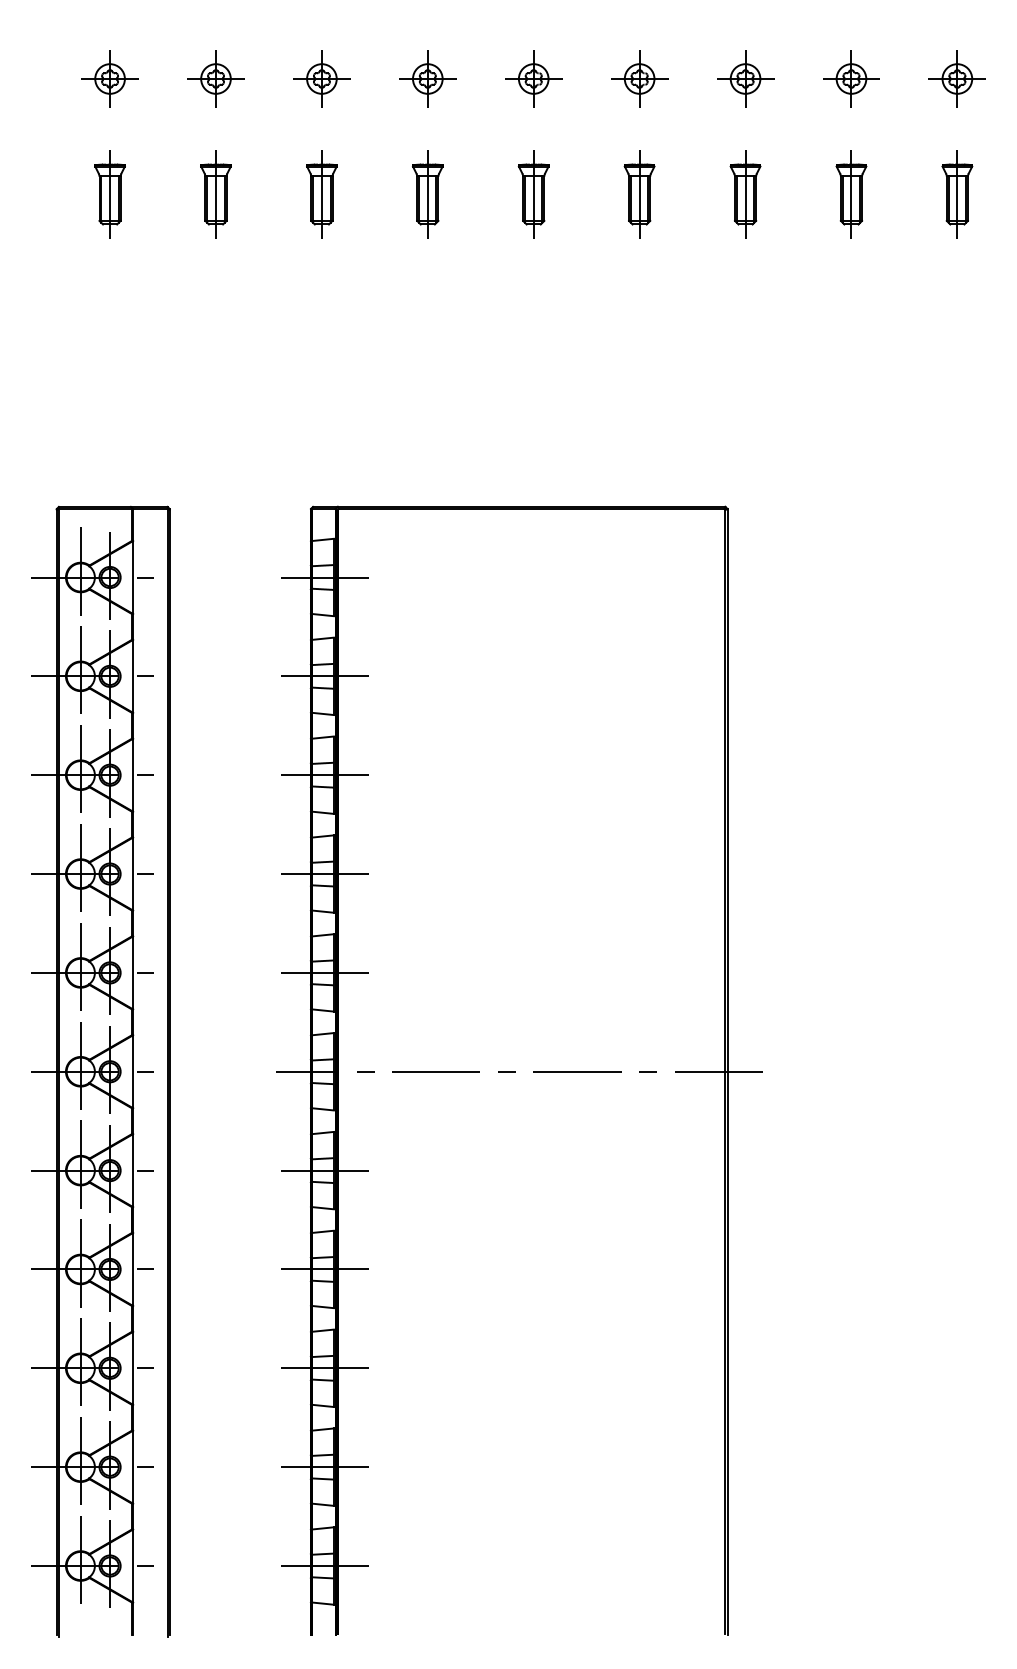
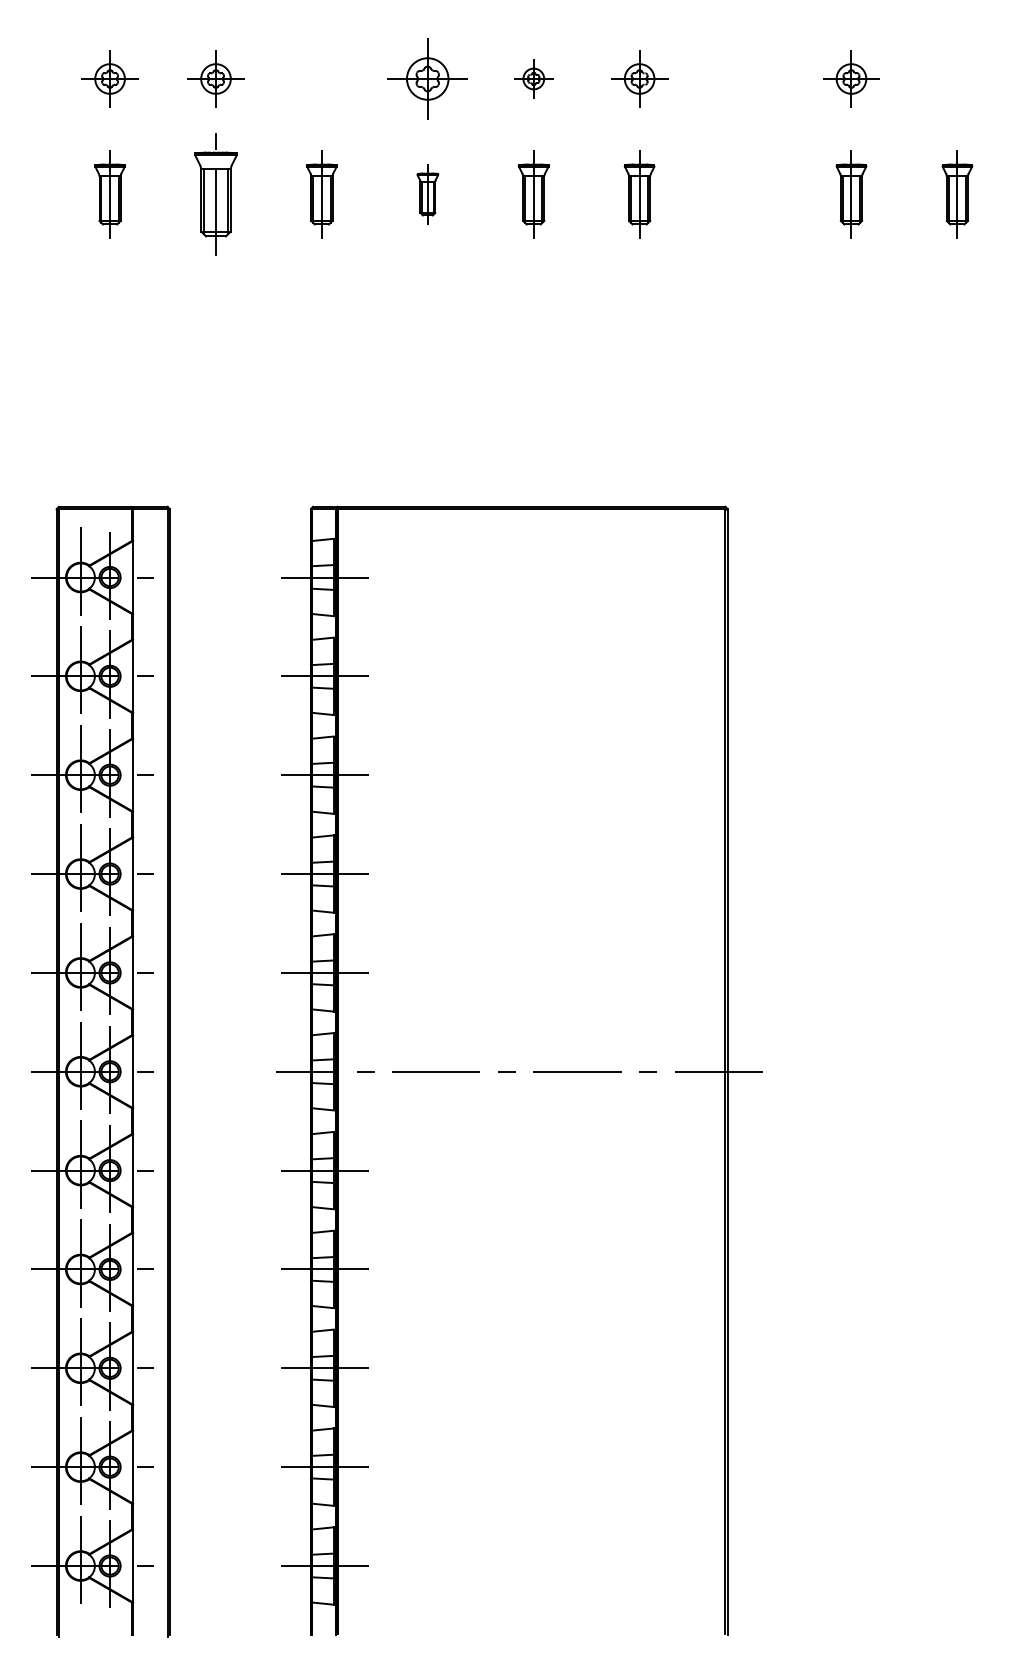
part at (321, 78): present -> none
part at (427, 78) size: 58x58 px -> 81x82 px
part at (533, 78) size: 58x58 px -> 40x40 px
part at (745, 78): present -> none
part at (956, 78): present -> none
part at (215, 194) size: 32x89 px -> 44x123 px
part at (427, 194) size: 32x89 px -> 24x61 px
part at (745, 194): present -> none
